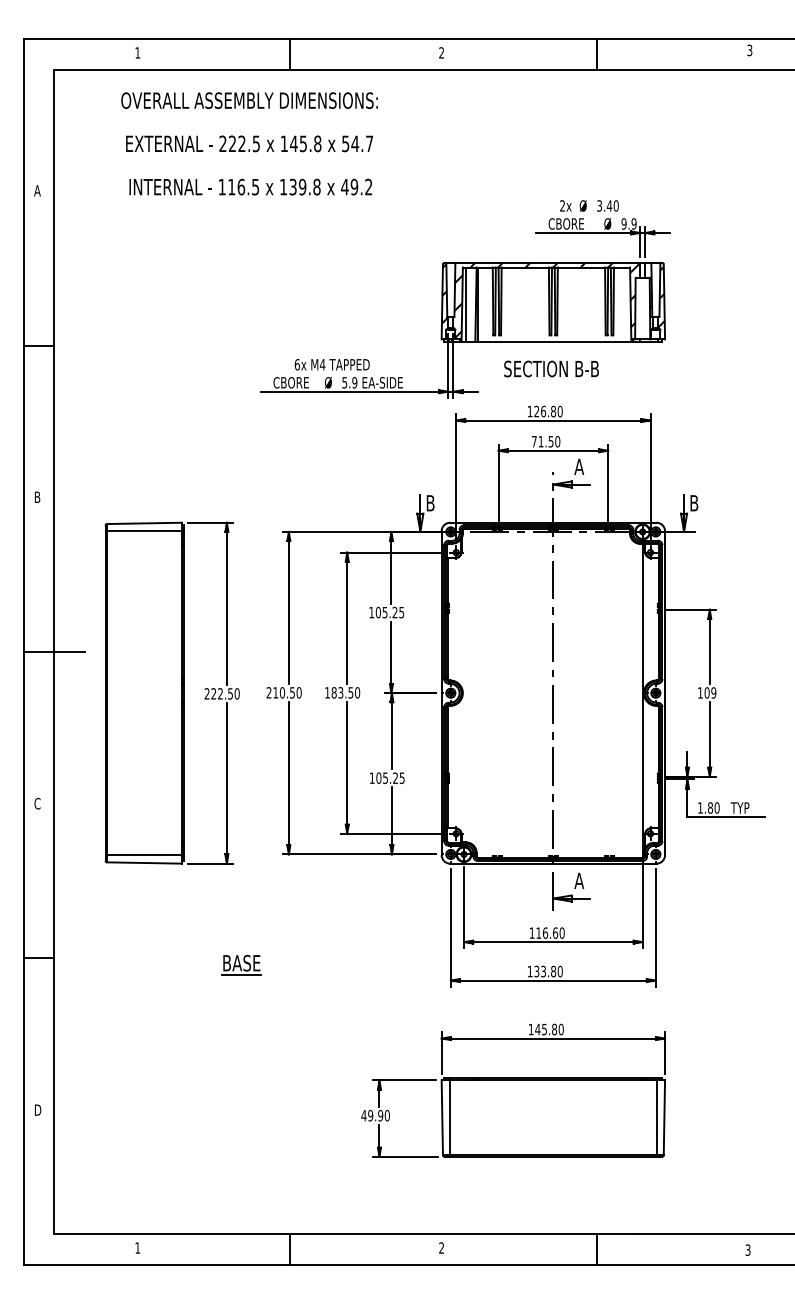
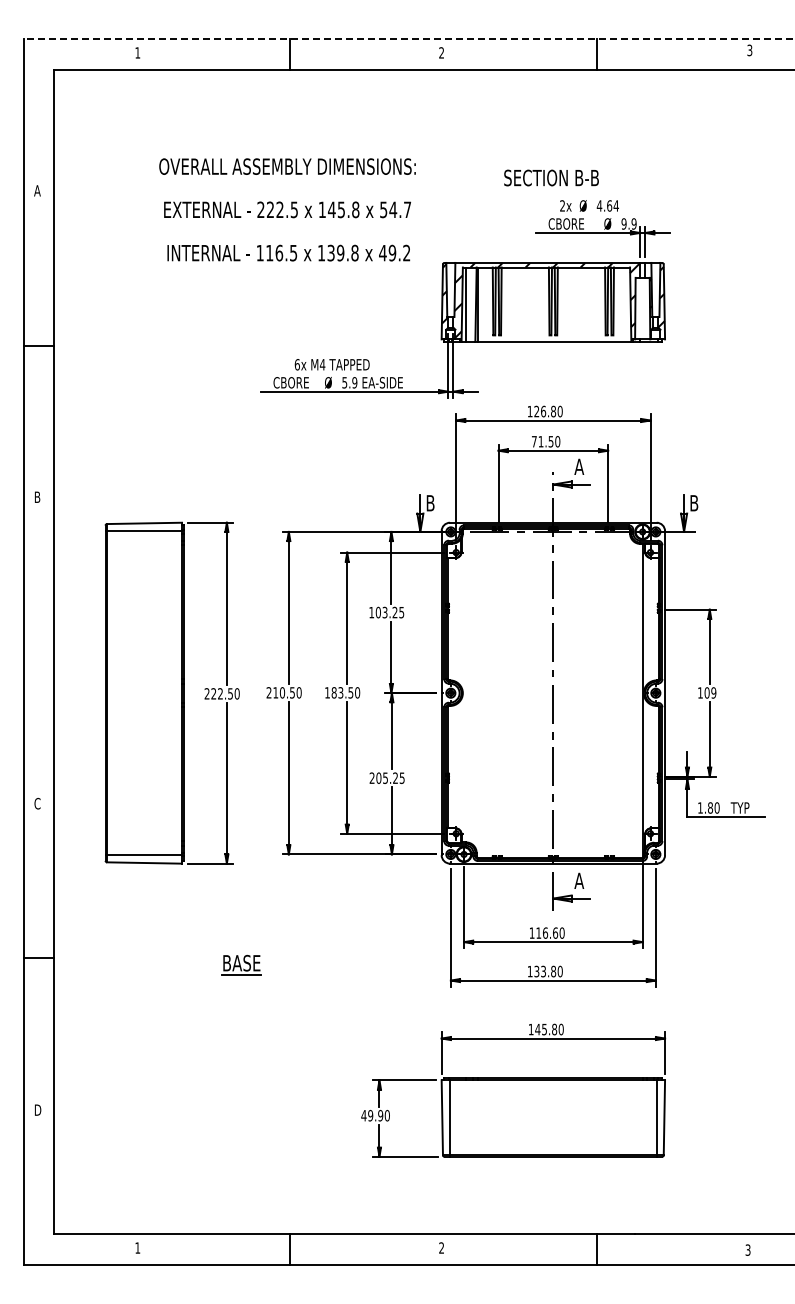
line at (408, 39): solid -> dashed
text at (249, 143) position: (249, 143) -> (287, 209)
text at (607, 205): 3.40 -> 4.64
text at (551, 368) position: (551, 368) -> (551, 177)
text at (384, 611): 105.25 -> 103.25
line at (53, 652): present -> none
text at (371, 777): 105.25 -> 205.25
